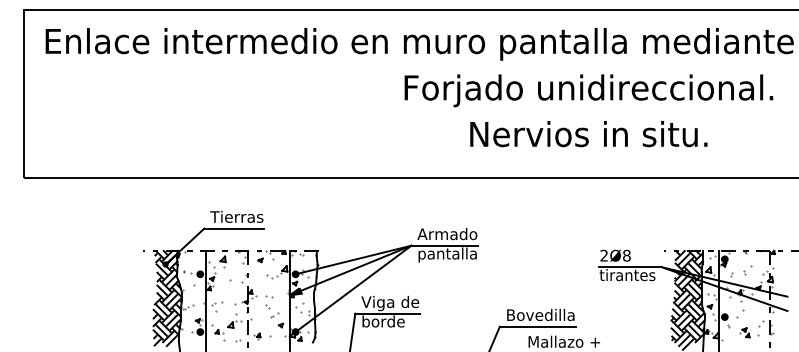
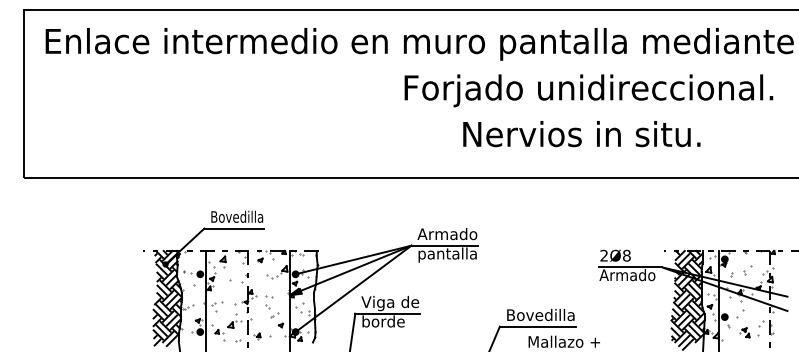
text at (588, 134) position: (588, 134) -> (581, 134)
text at (236, 216): Tierras -> Bovedilla
text at (627, 275): tirantes -> Armado
